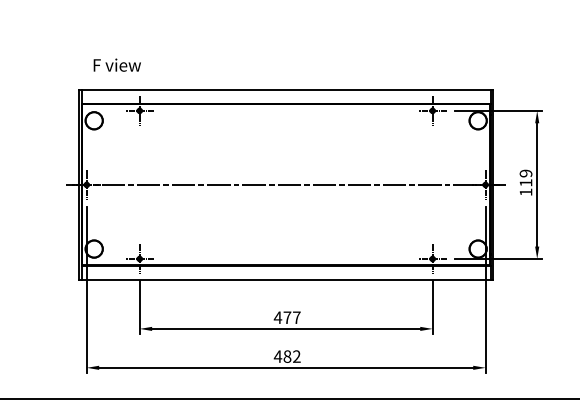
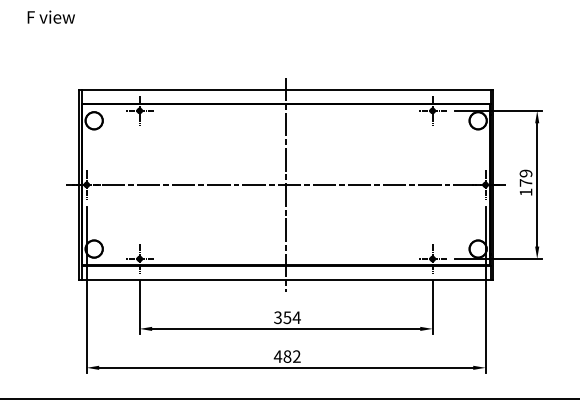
text at (116, 64) position: (116, 64) -> (50, 16)
text at (525, 182): 119 -> 179
line at (286, 184): none -> present
text at (286, 317): 477 -> 354
